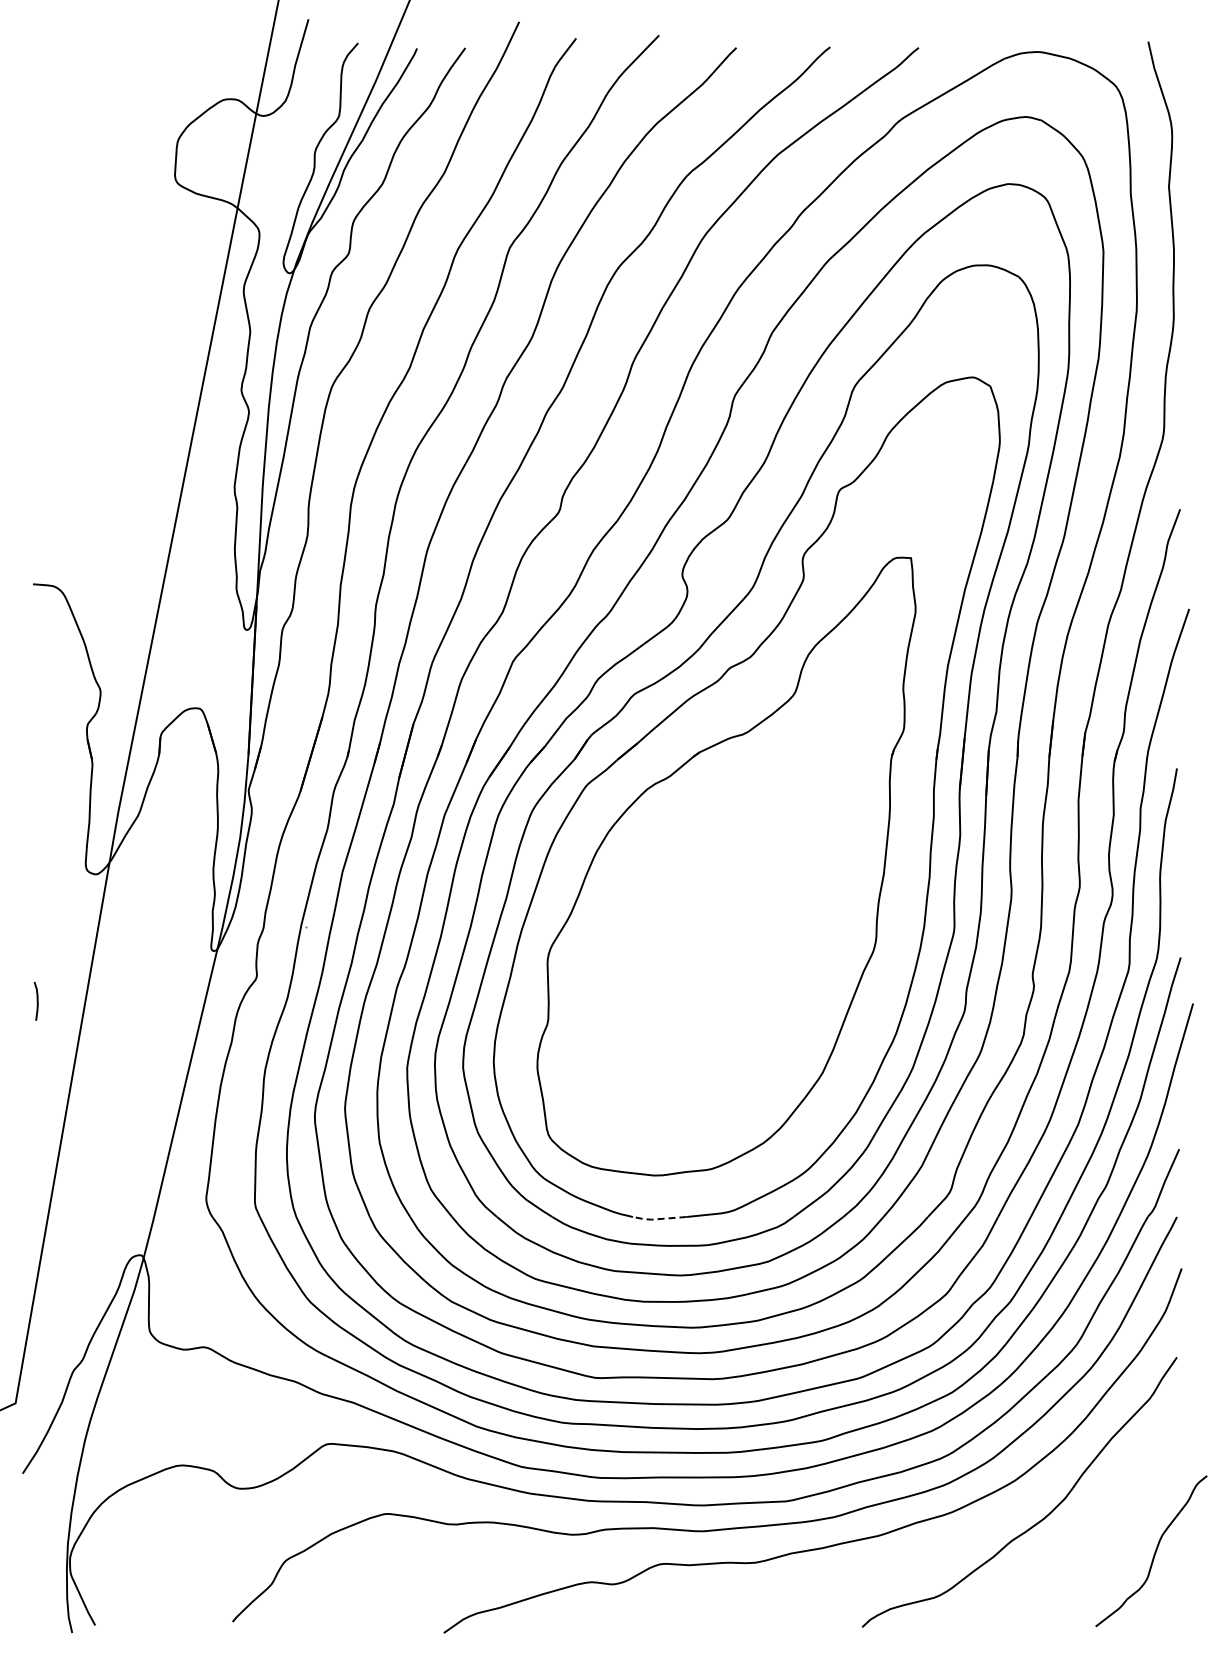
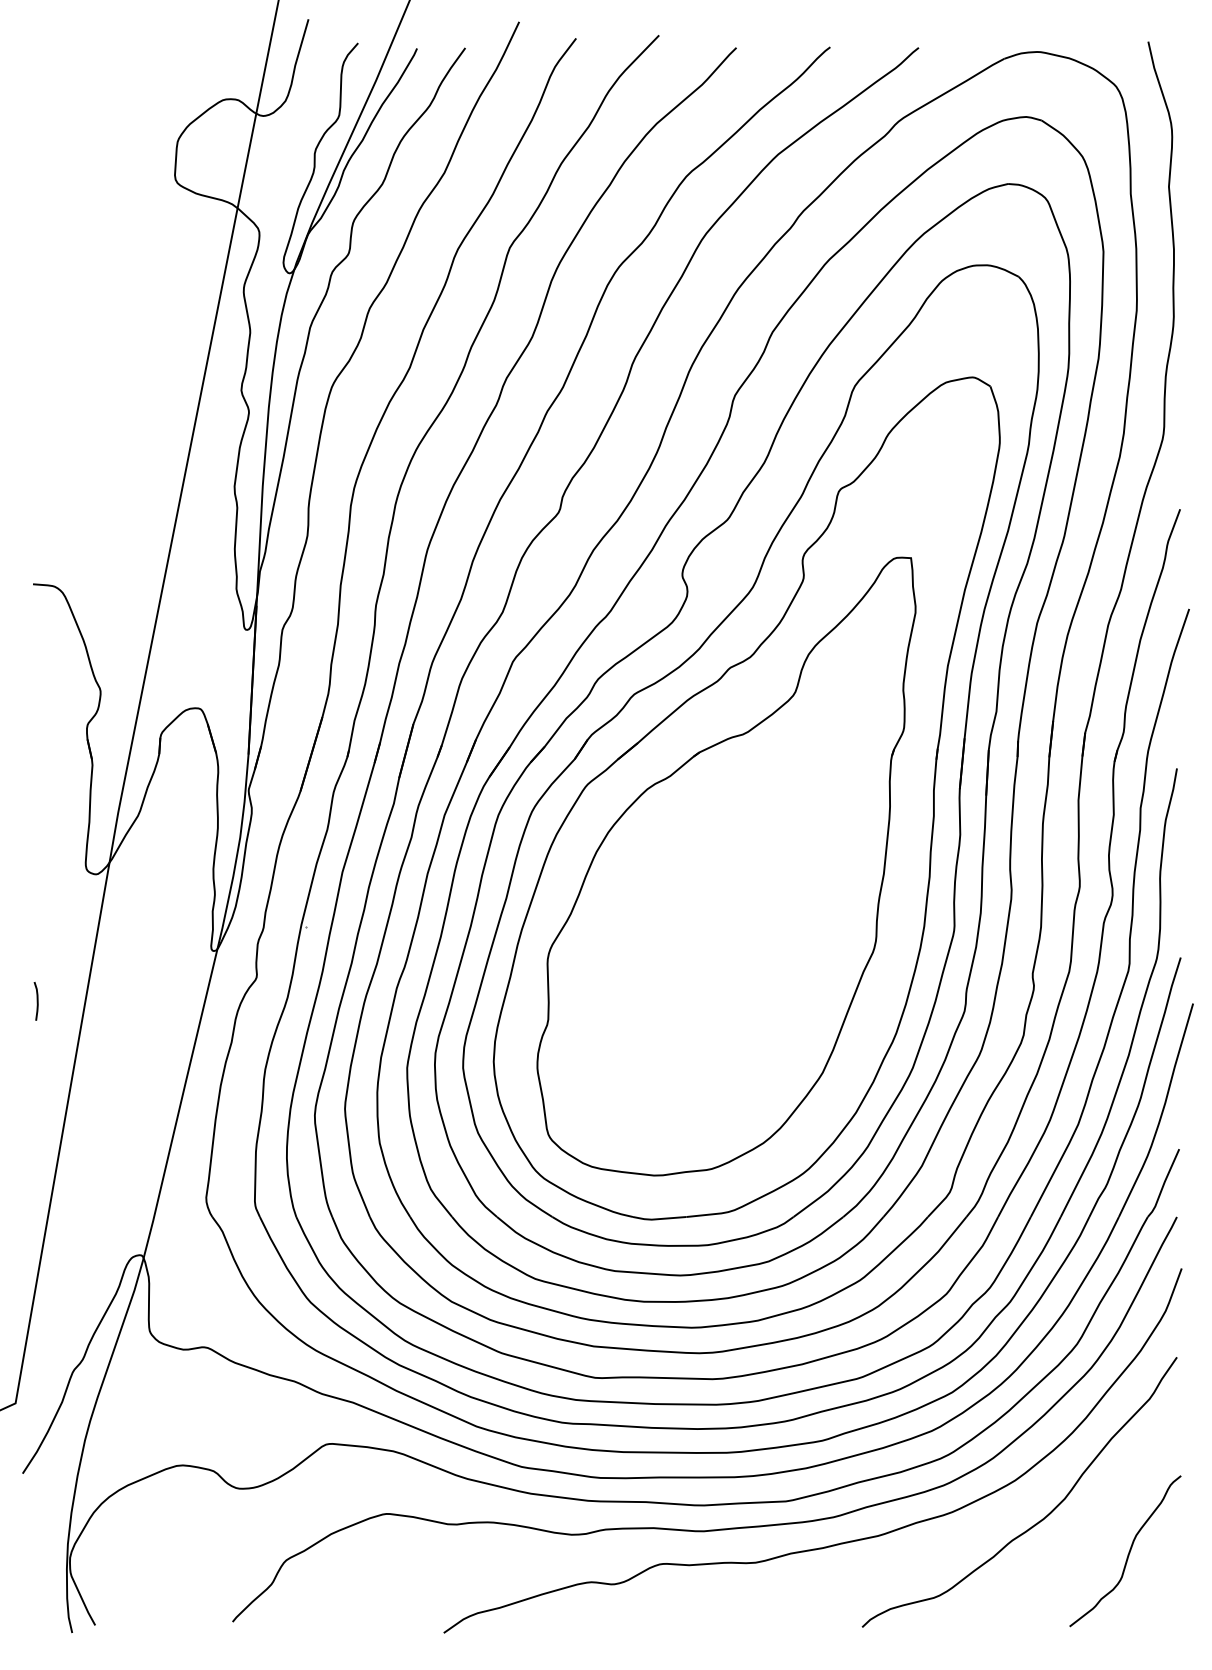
line at (657, 1219): dashed -> solid
curve at (1154, 1551) position: (1154, 1551) -> (1128, 1551)
